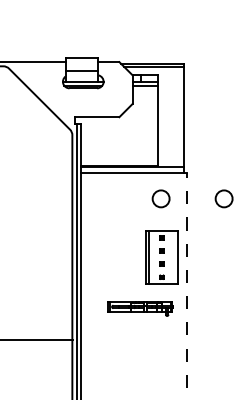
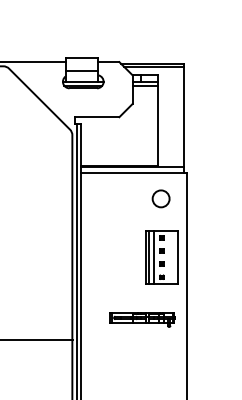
circle at (223, 198): present -> none
line at (154, 257): none -> present
line at (186, 285): dashed -> solid
part at (140, 308) position: (140, 308) -> (142, 319)
